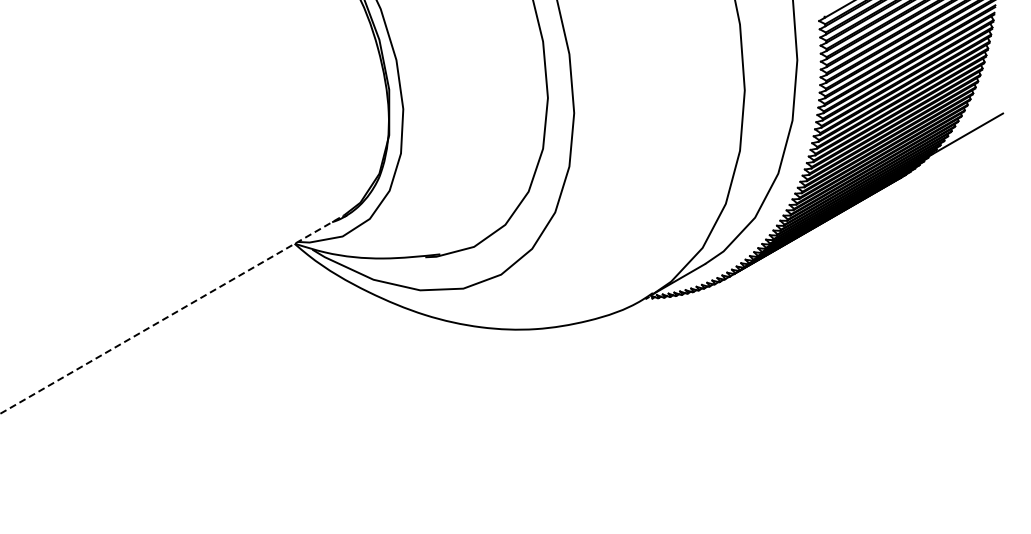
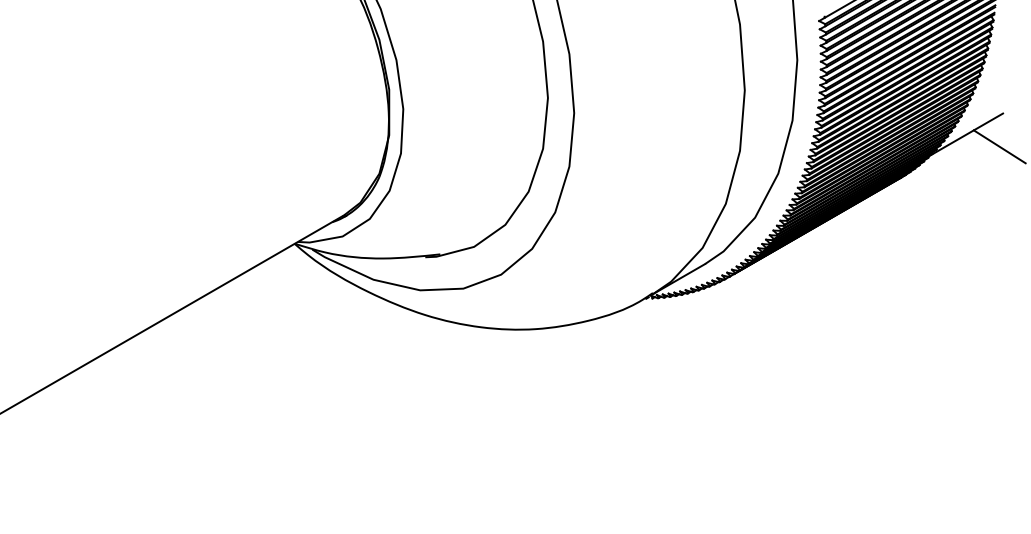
line at (999, 146): none -> present
line at (172, 314): dashed -> solid
